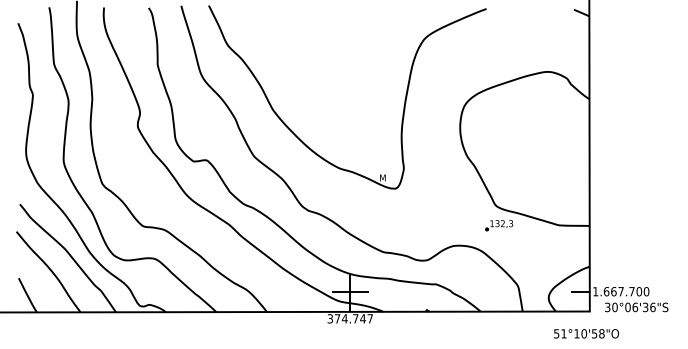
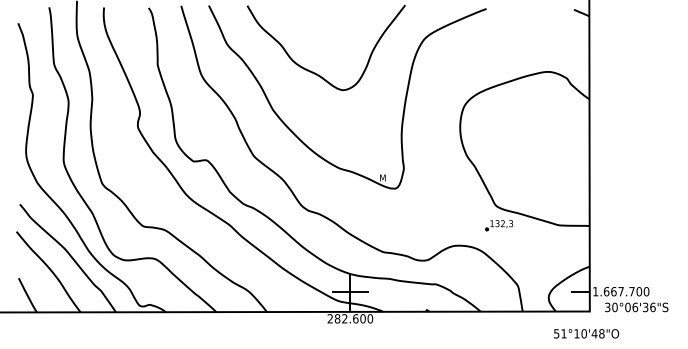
curve at (313, 71): none -> present
text at (350, 318): 374.747 -> 282.600
text at (594, 333): 51°10'58"O -> 51°10'48"O
